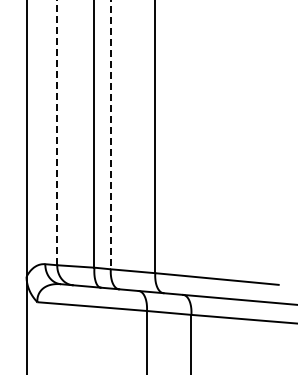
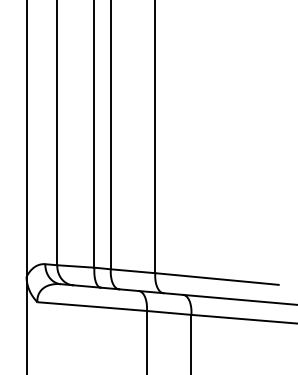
line at (57, 132): dashed -> solid
line at (110, 135): dashed -> solid
